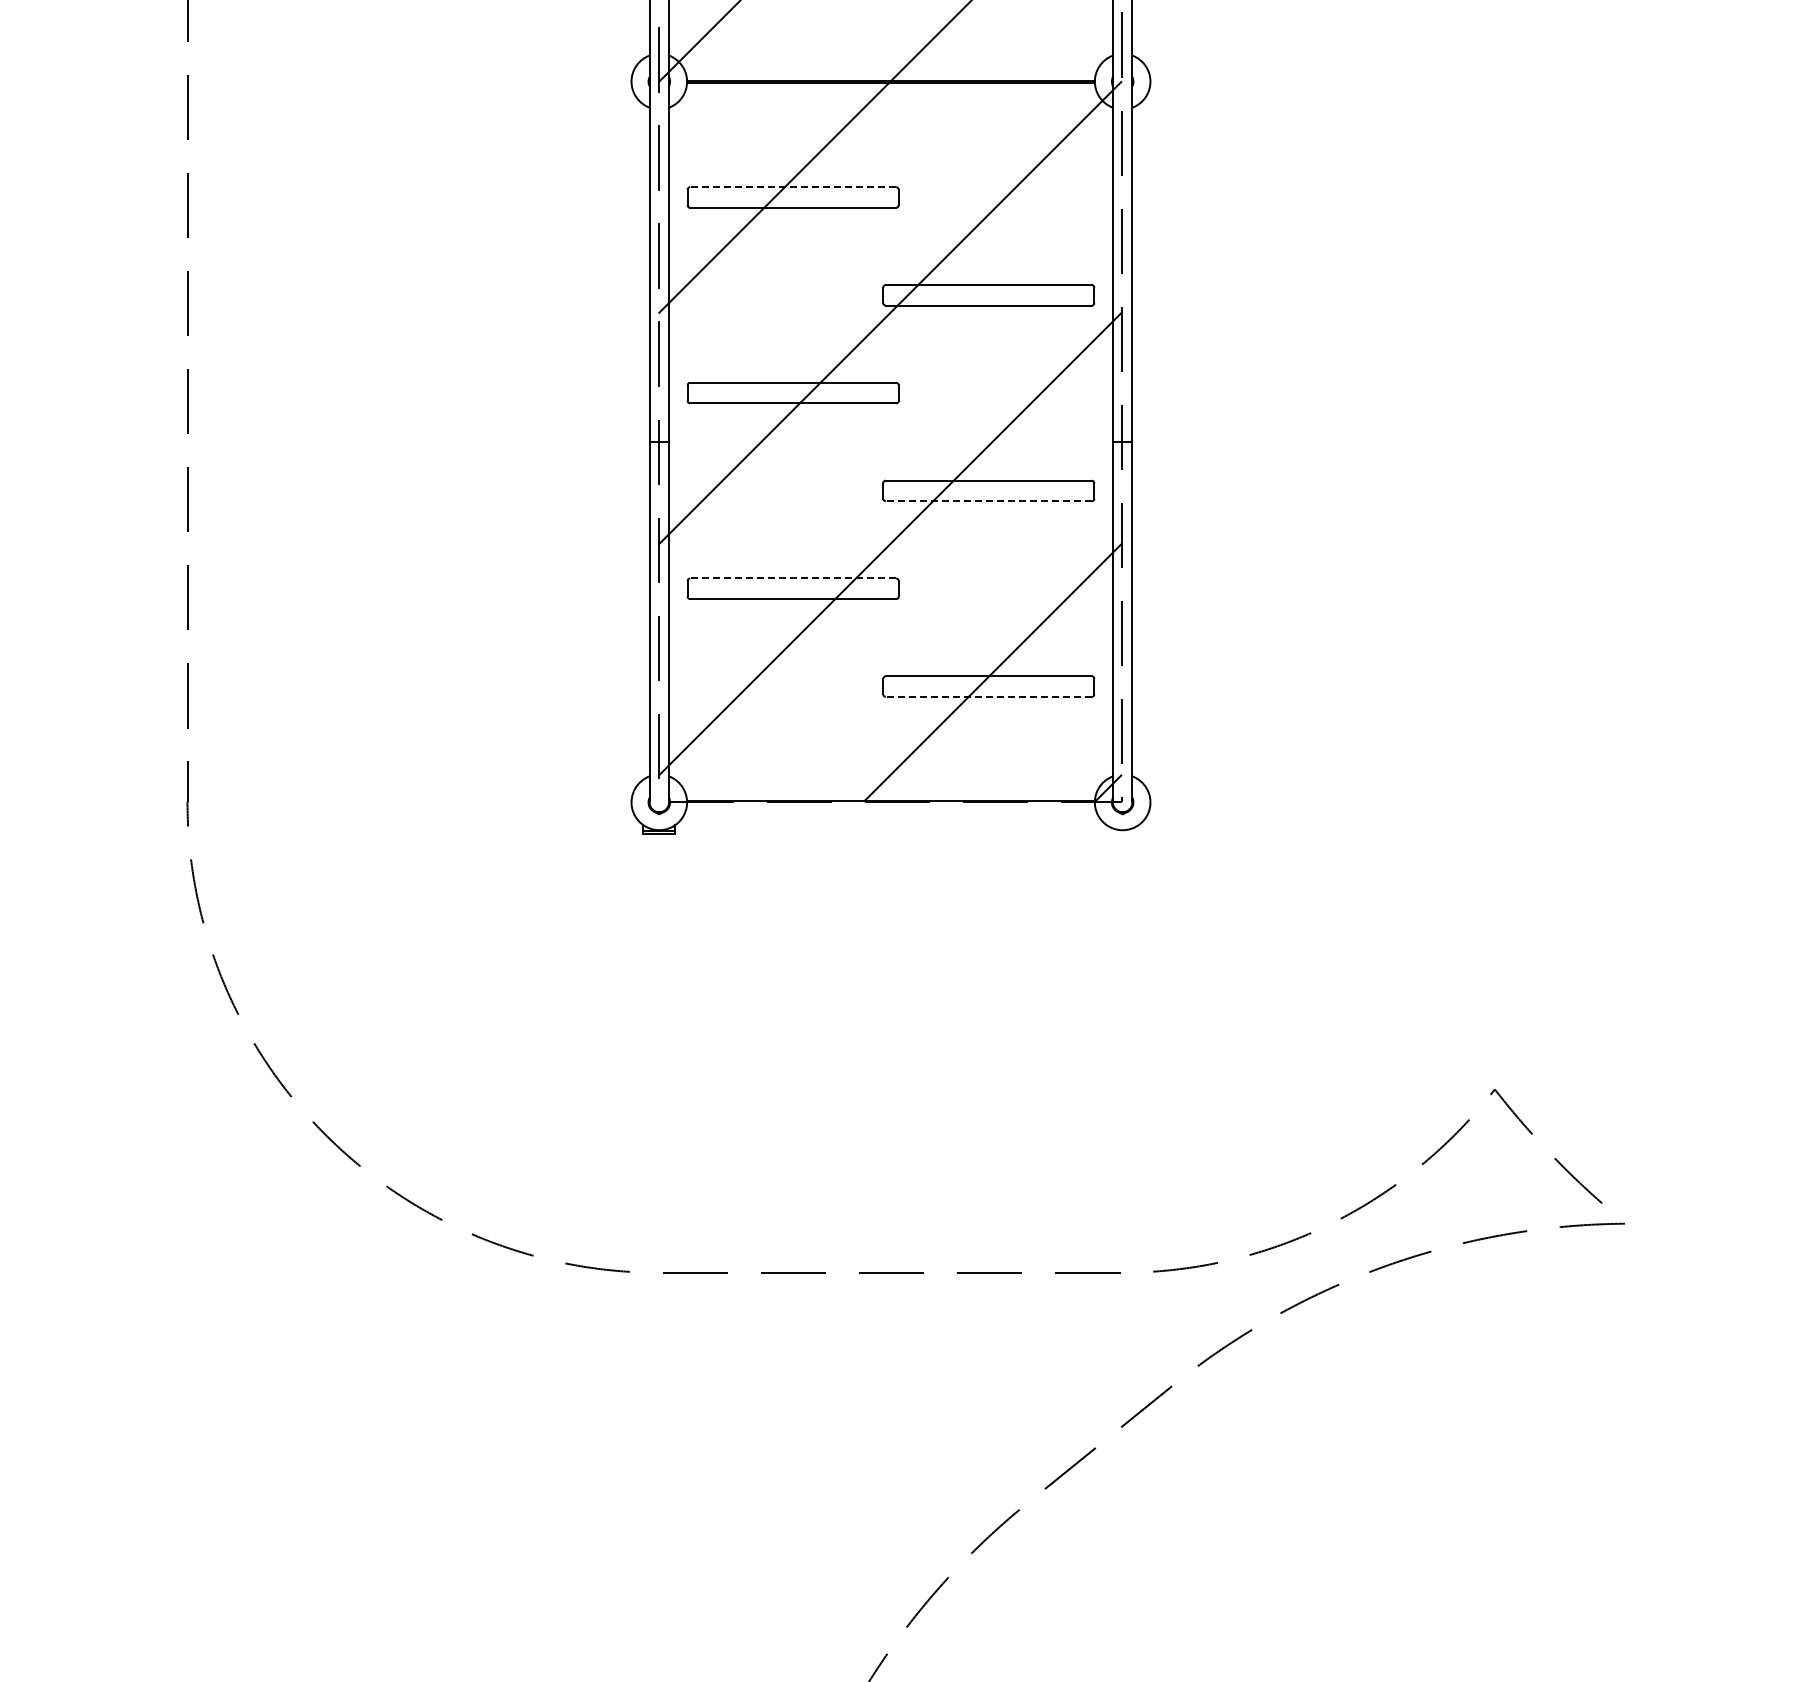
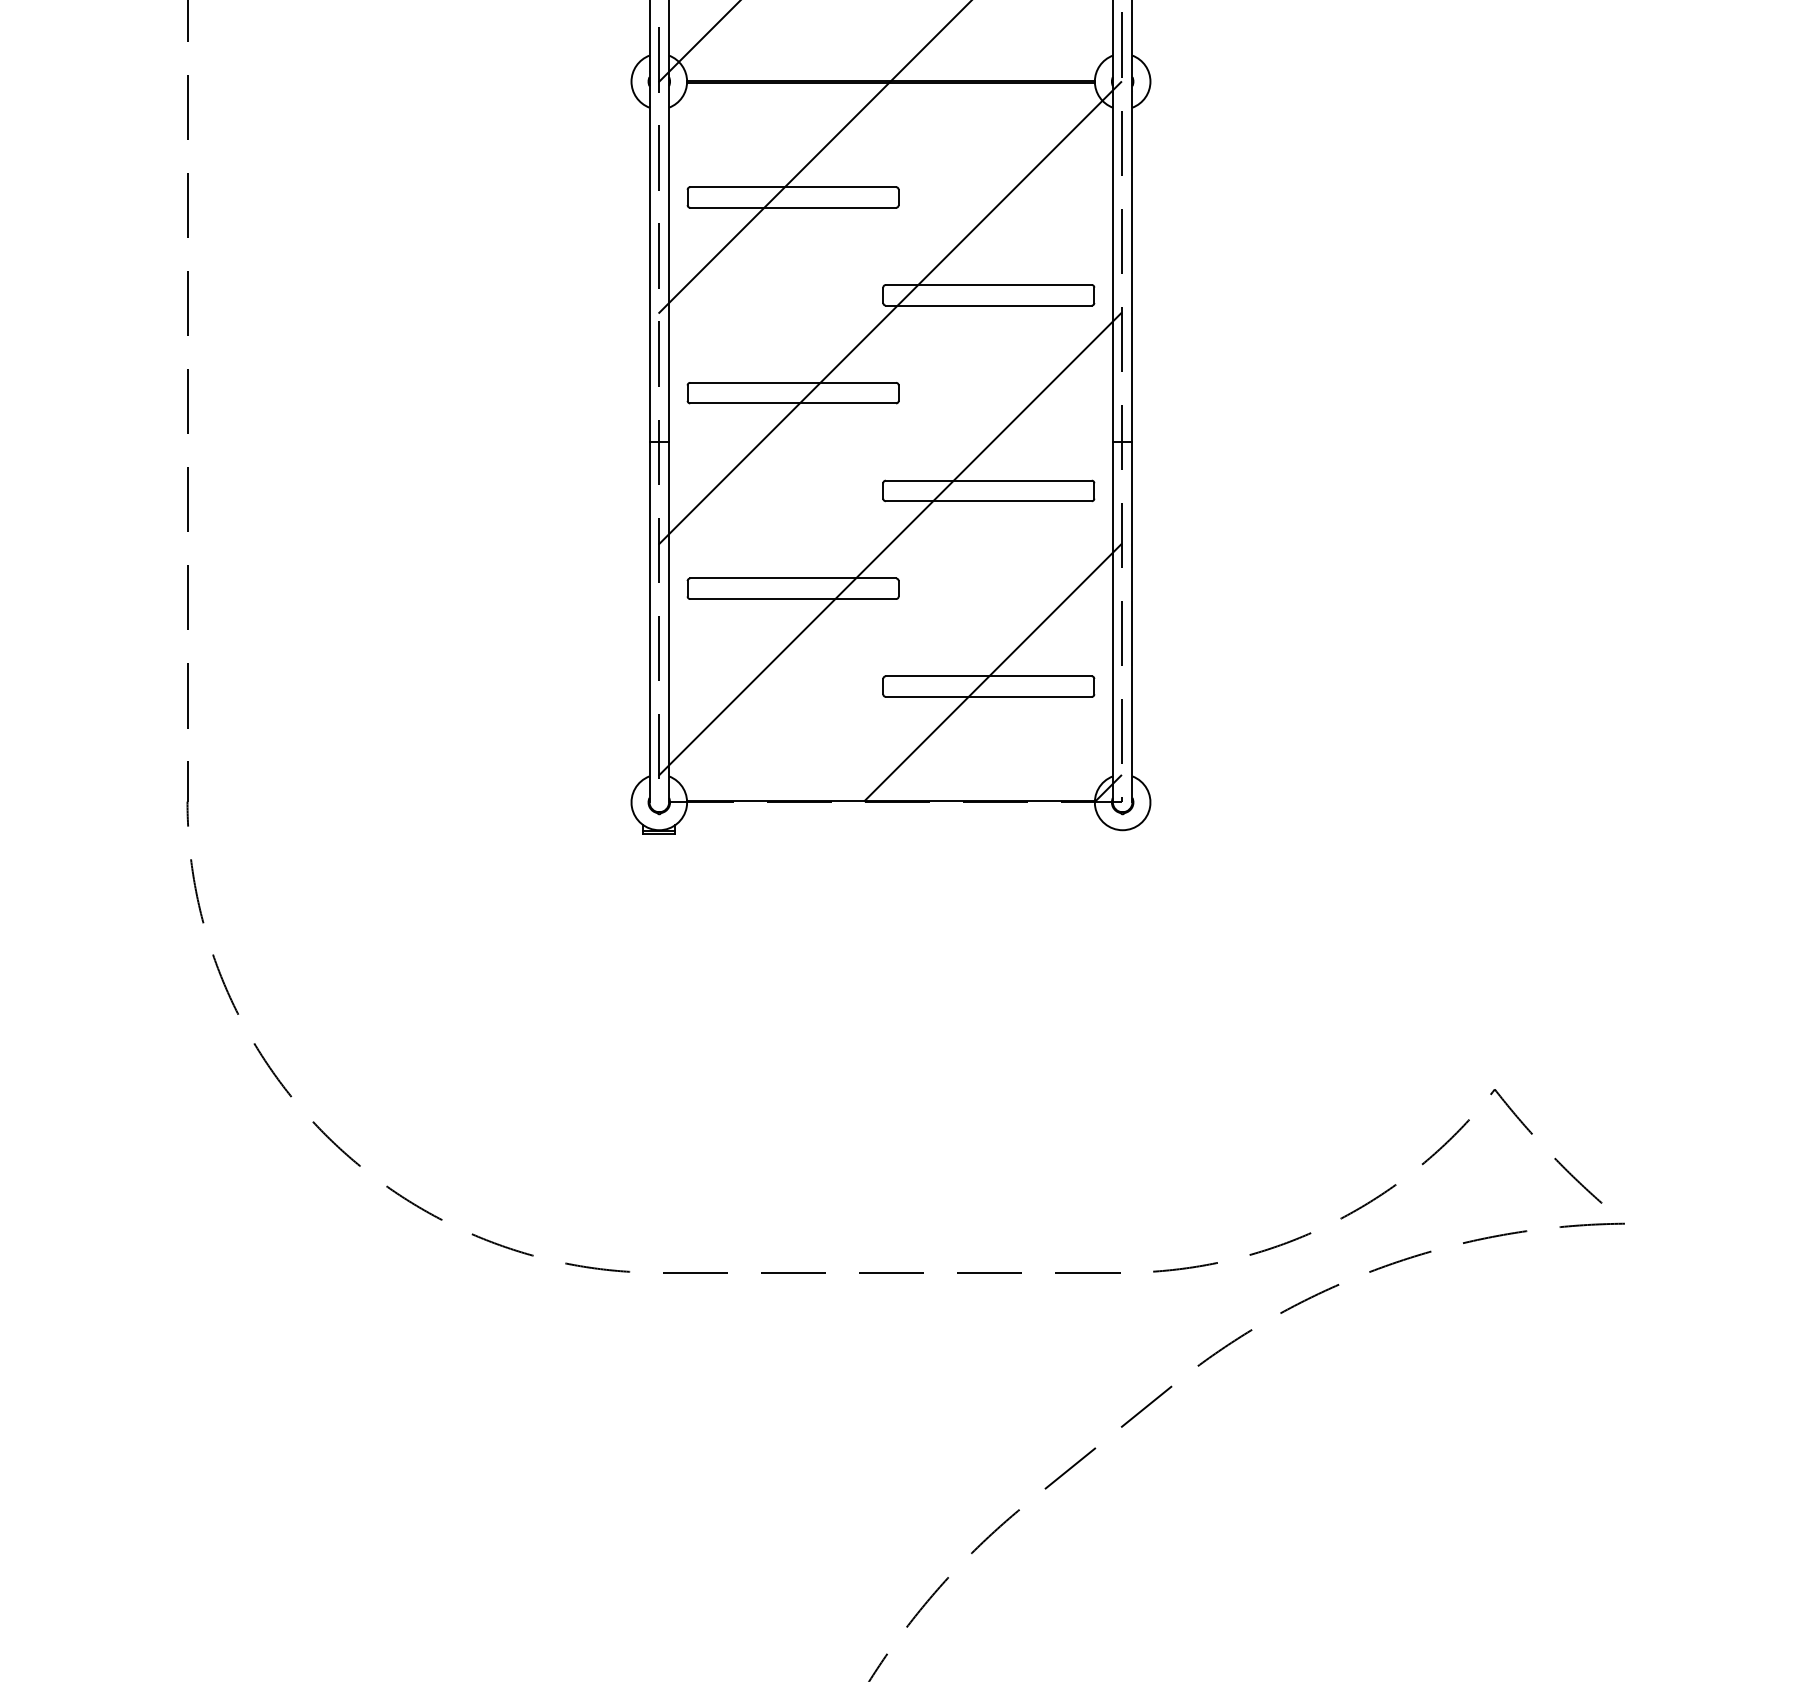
line at (793, 187): dashed -> solid
line at (988, 501): dashed -> solid
line at (793, 578): dashed -> solid
line at (988, 696): dashed -> solid
